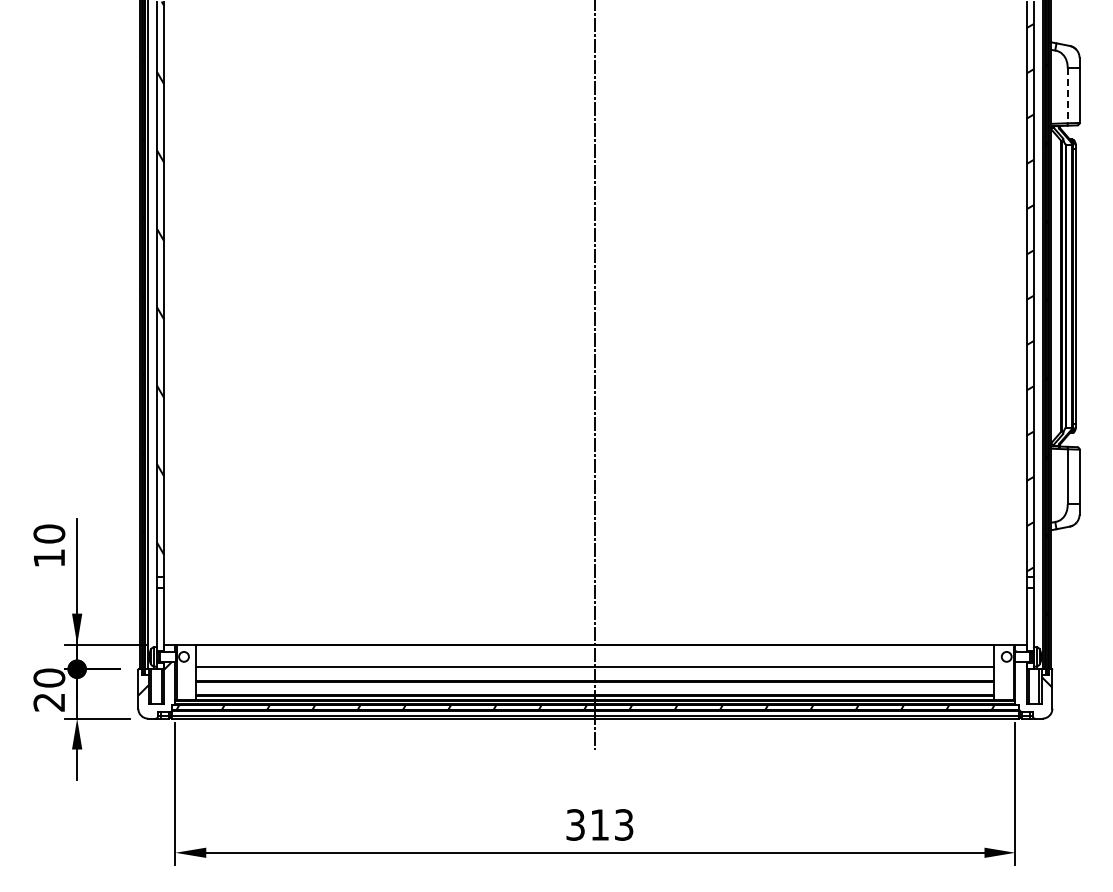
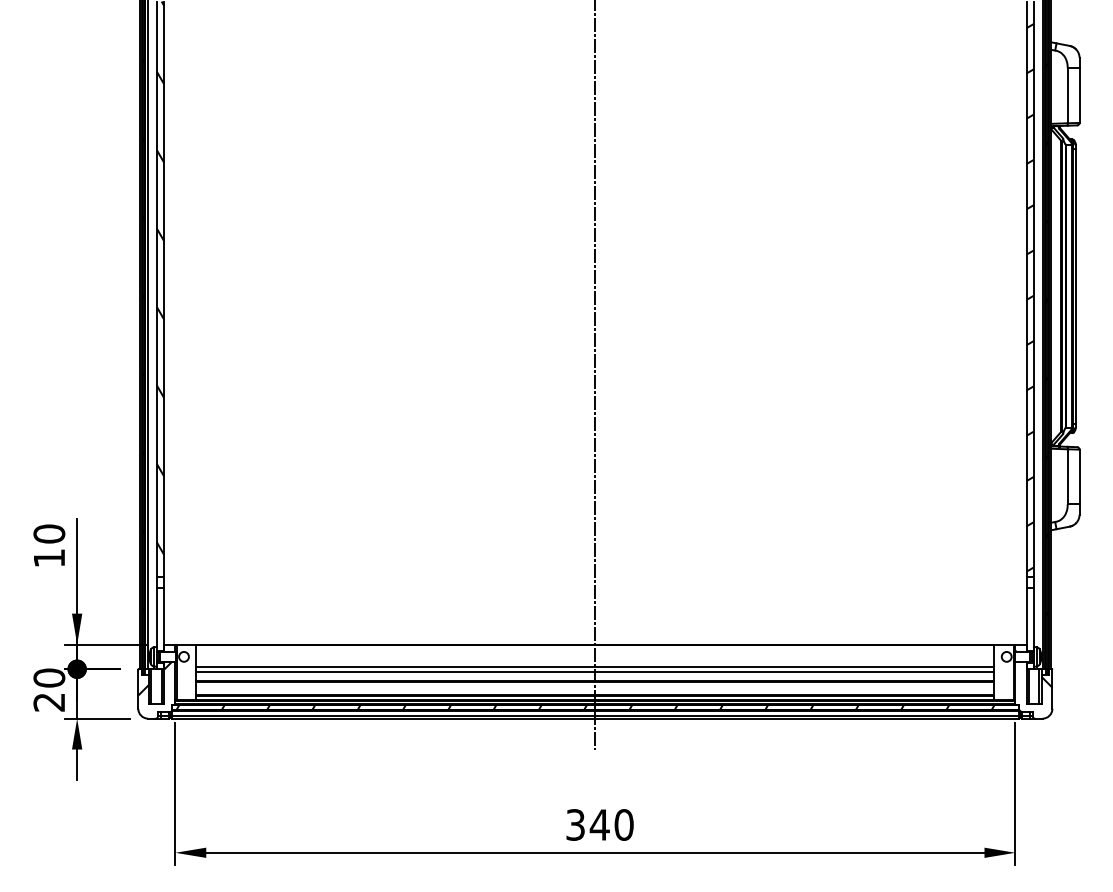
line at (1067, 95): dashed -> solid
line at (595, 671): none -> present
text at (611, 824): 313 -> 340
